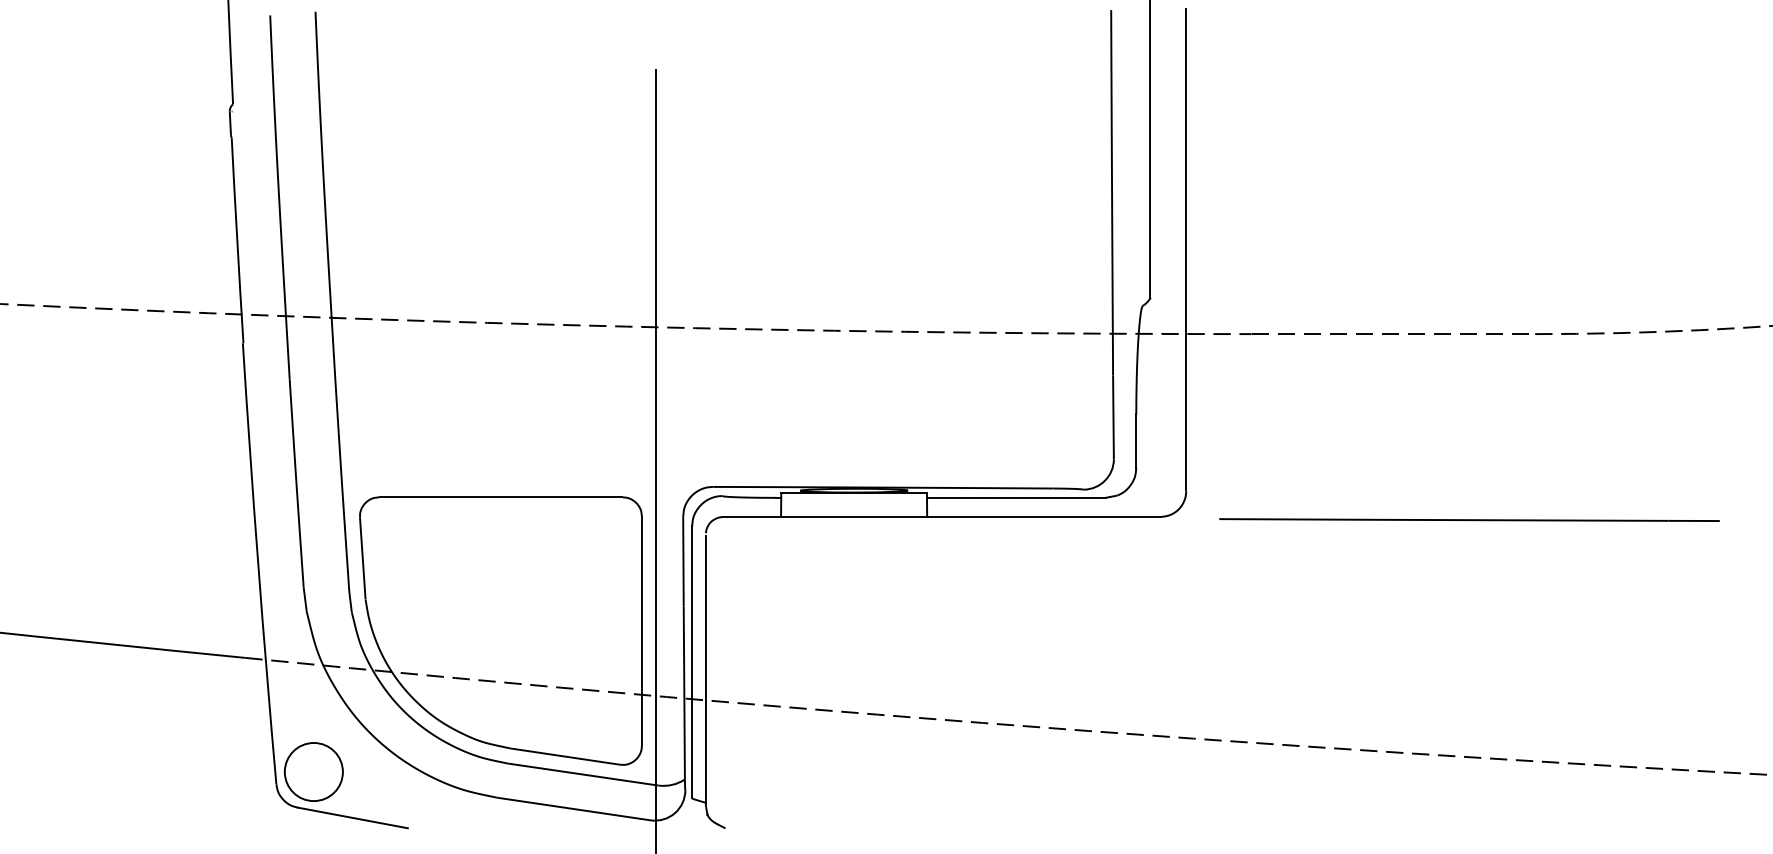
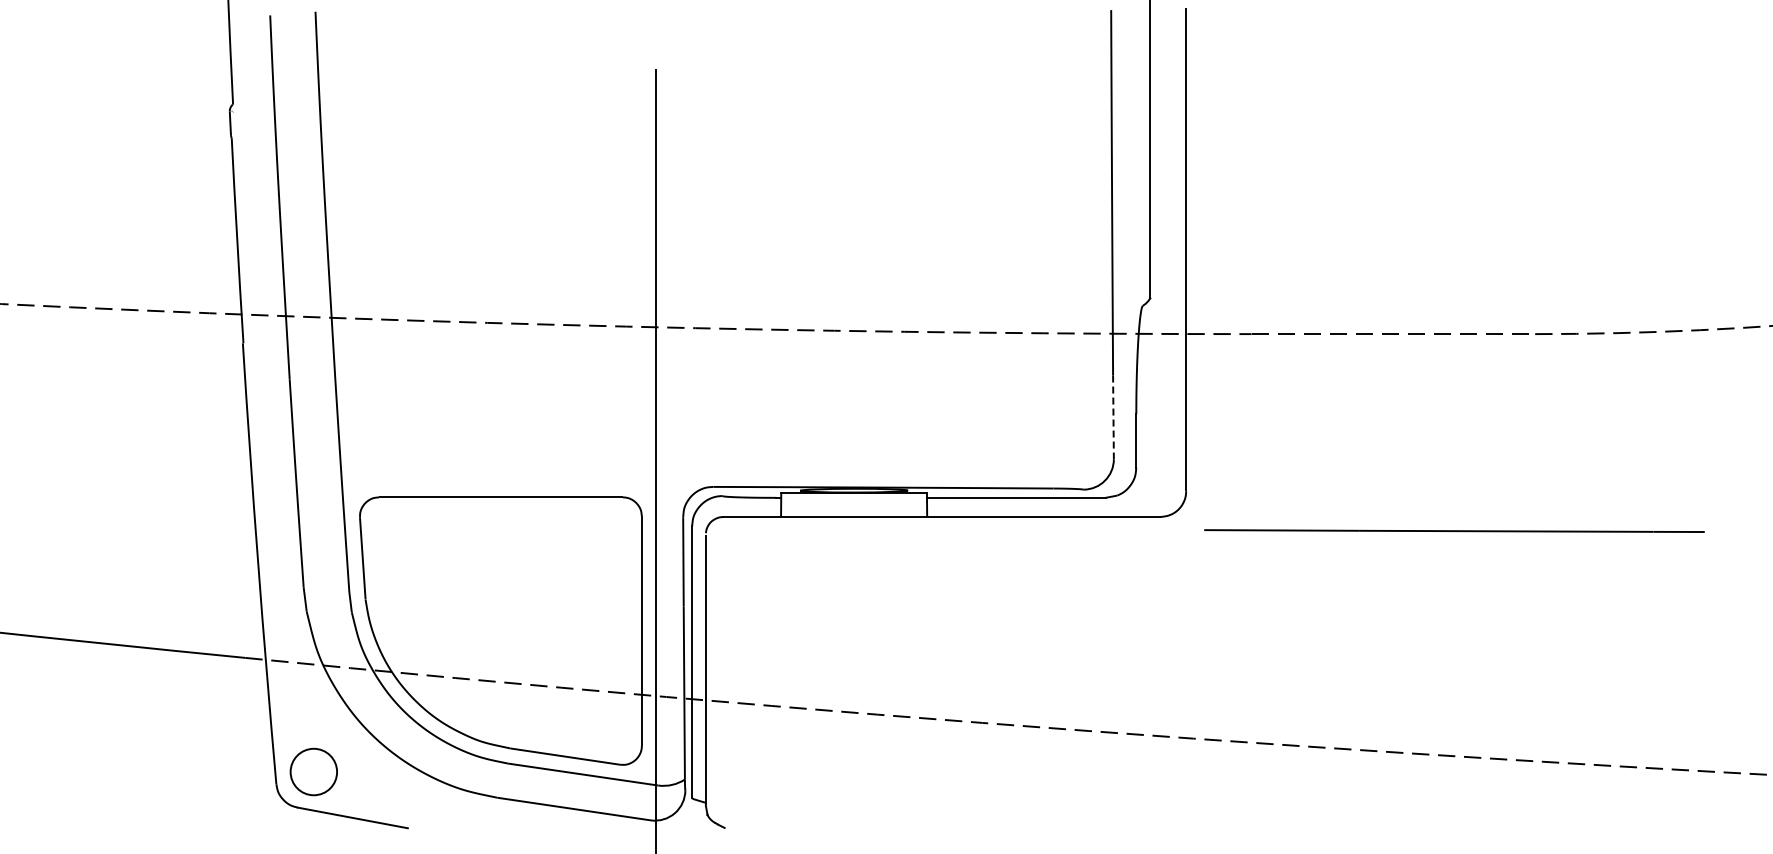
line at (1113, 417): solid -> dashed
line at (1469, 519) position: (1469, 519) -> (1454, 530)
circle at (313, 771) diameter: 58 px -> 46 px
